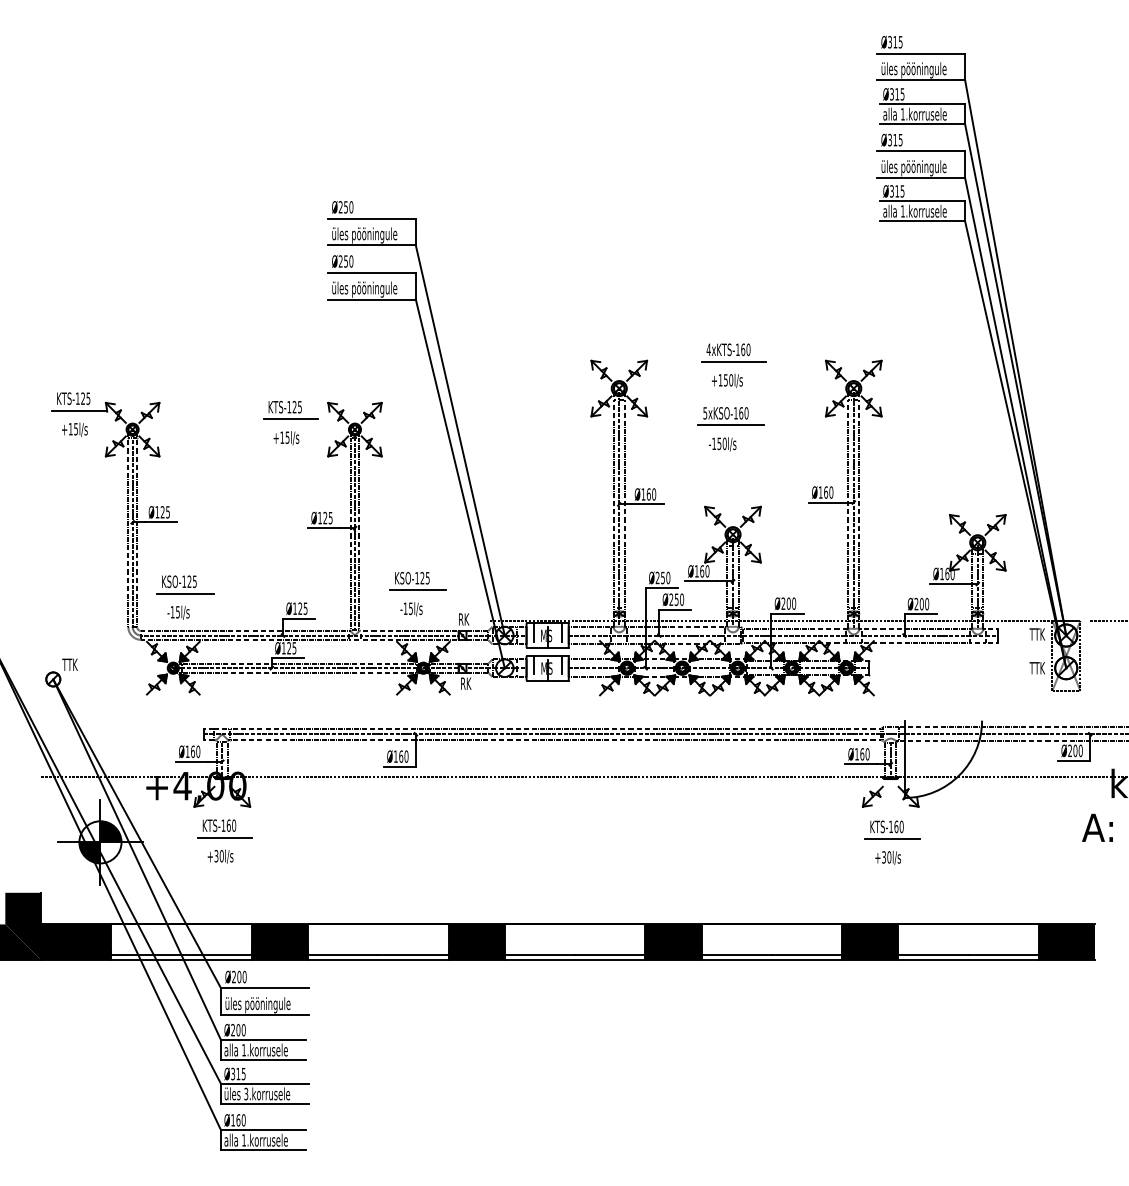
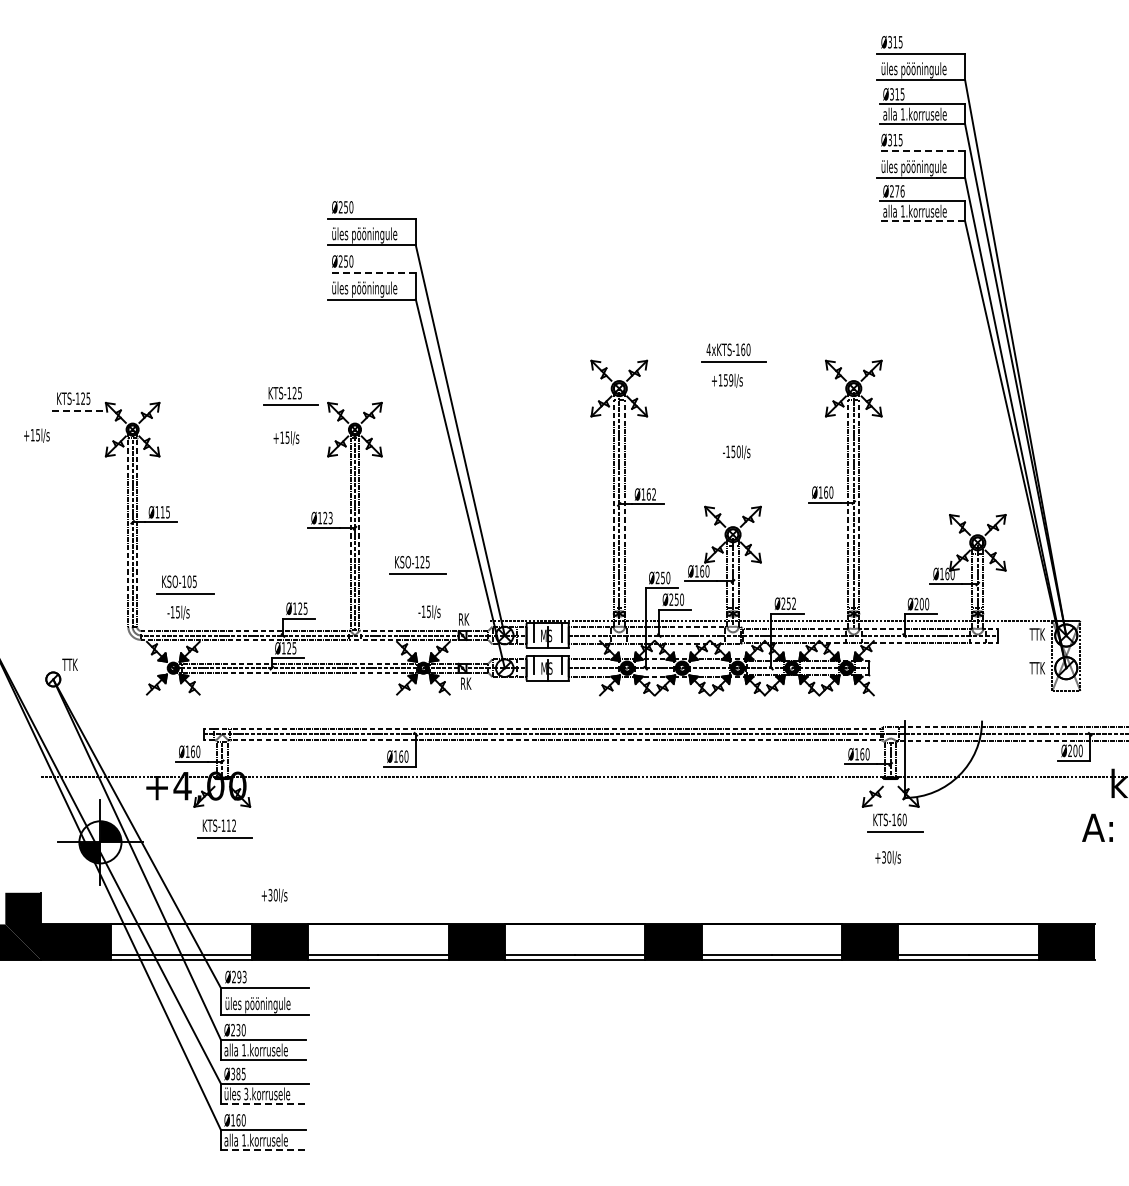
line at (920, 151): solid -> dashed
text at (897, 191): Ø315 -> Ø276
line at (922, 221): solid -> dashed
line at (371, 272): solid -> dashed
text at (731, 380): +150l/s -> +159l/s
line at (79, 410): solid -> dashed
part at (290, 410) position: (290, 410) -> (290, 396)
part at (730, 416): present -> none
text at (74, 429) position: (74, 429) -> (36, 435)
text at (722, 444) position: (722, 444) -> (736, 452)
text at (654, 494): Ø160 -> Ø162
text at (162, 512): Ø125 -> Ø115
text at (330, 516): Ø125 -> Ø123
text at (189, 581): KSO-125 -> KSO-105
part at (417, 581) position: (417, 581) -> (417, 565)
text at (791, 603): Ø200 -> Ø252
text at (411, 609) position: (411, 609) -> (429, 612)
line at (1106, 620): present -> none
text at (231, 825): KTS-160 -> KTS-112
part at (892, 829) position: (892, 829) -> (895, 822)
text at (220, 856) position: (220, 856) -> (274, 895)
text at (241, 977): Ø200 -> Ø293
text at (238, 1030): Ø200 -> Ø230
text at (238, 1073): Ø315 -> Ø385
line at (265, 1104): solid -> dashed
line at (263, 1150): solid -> dashed
